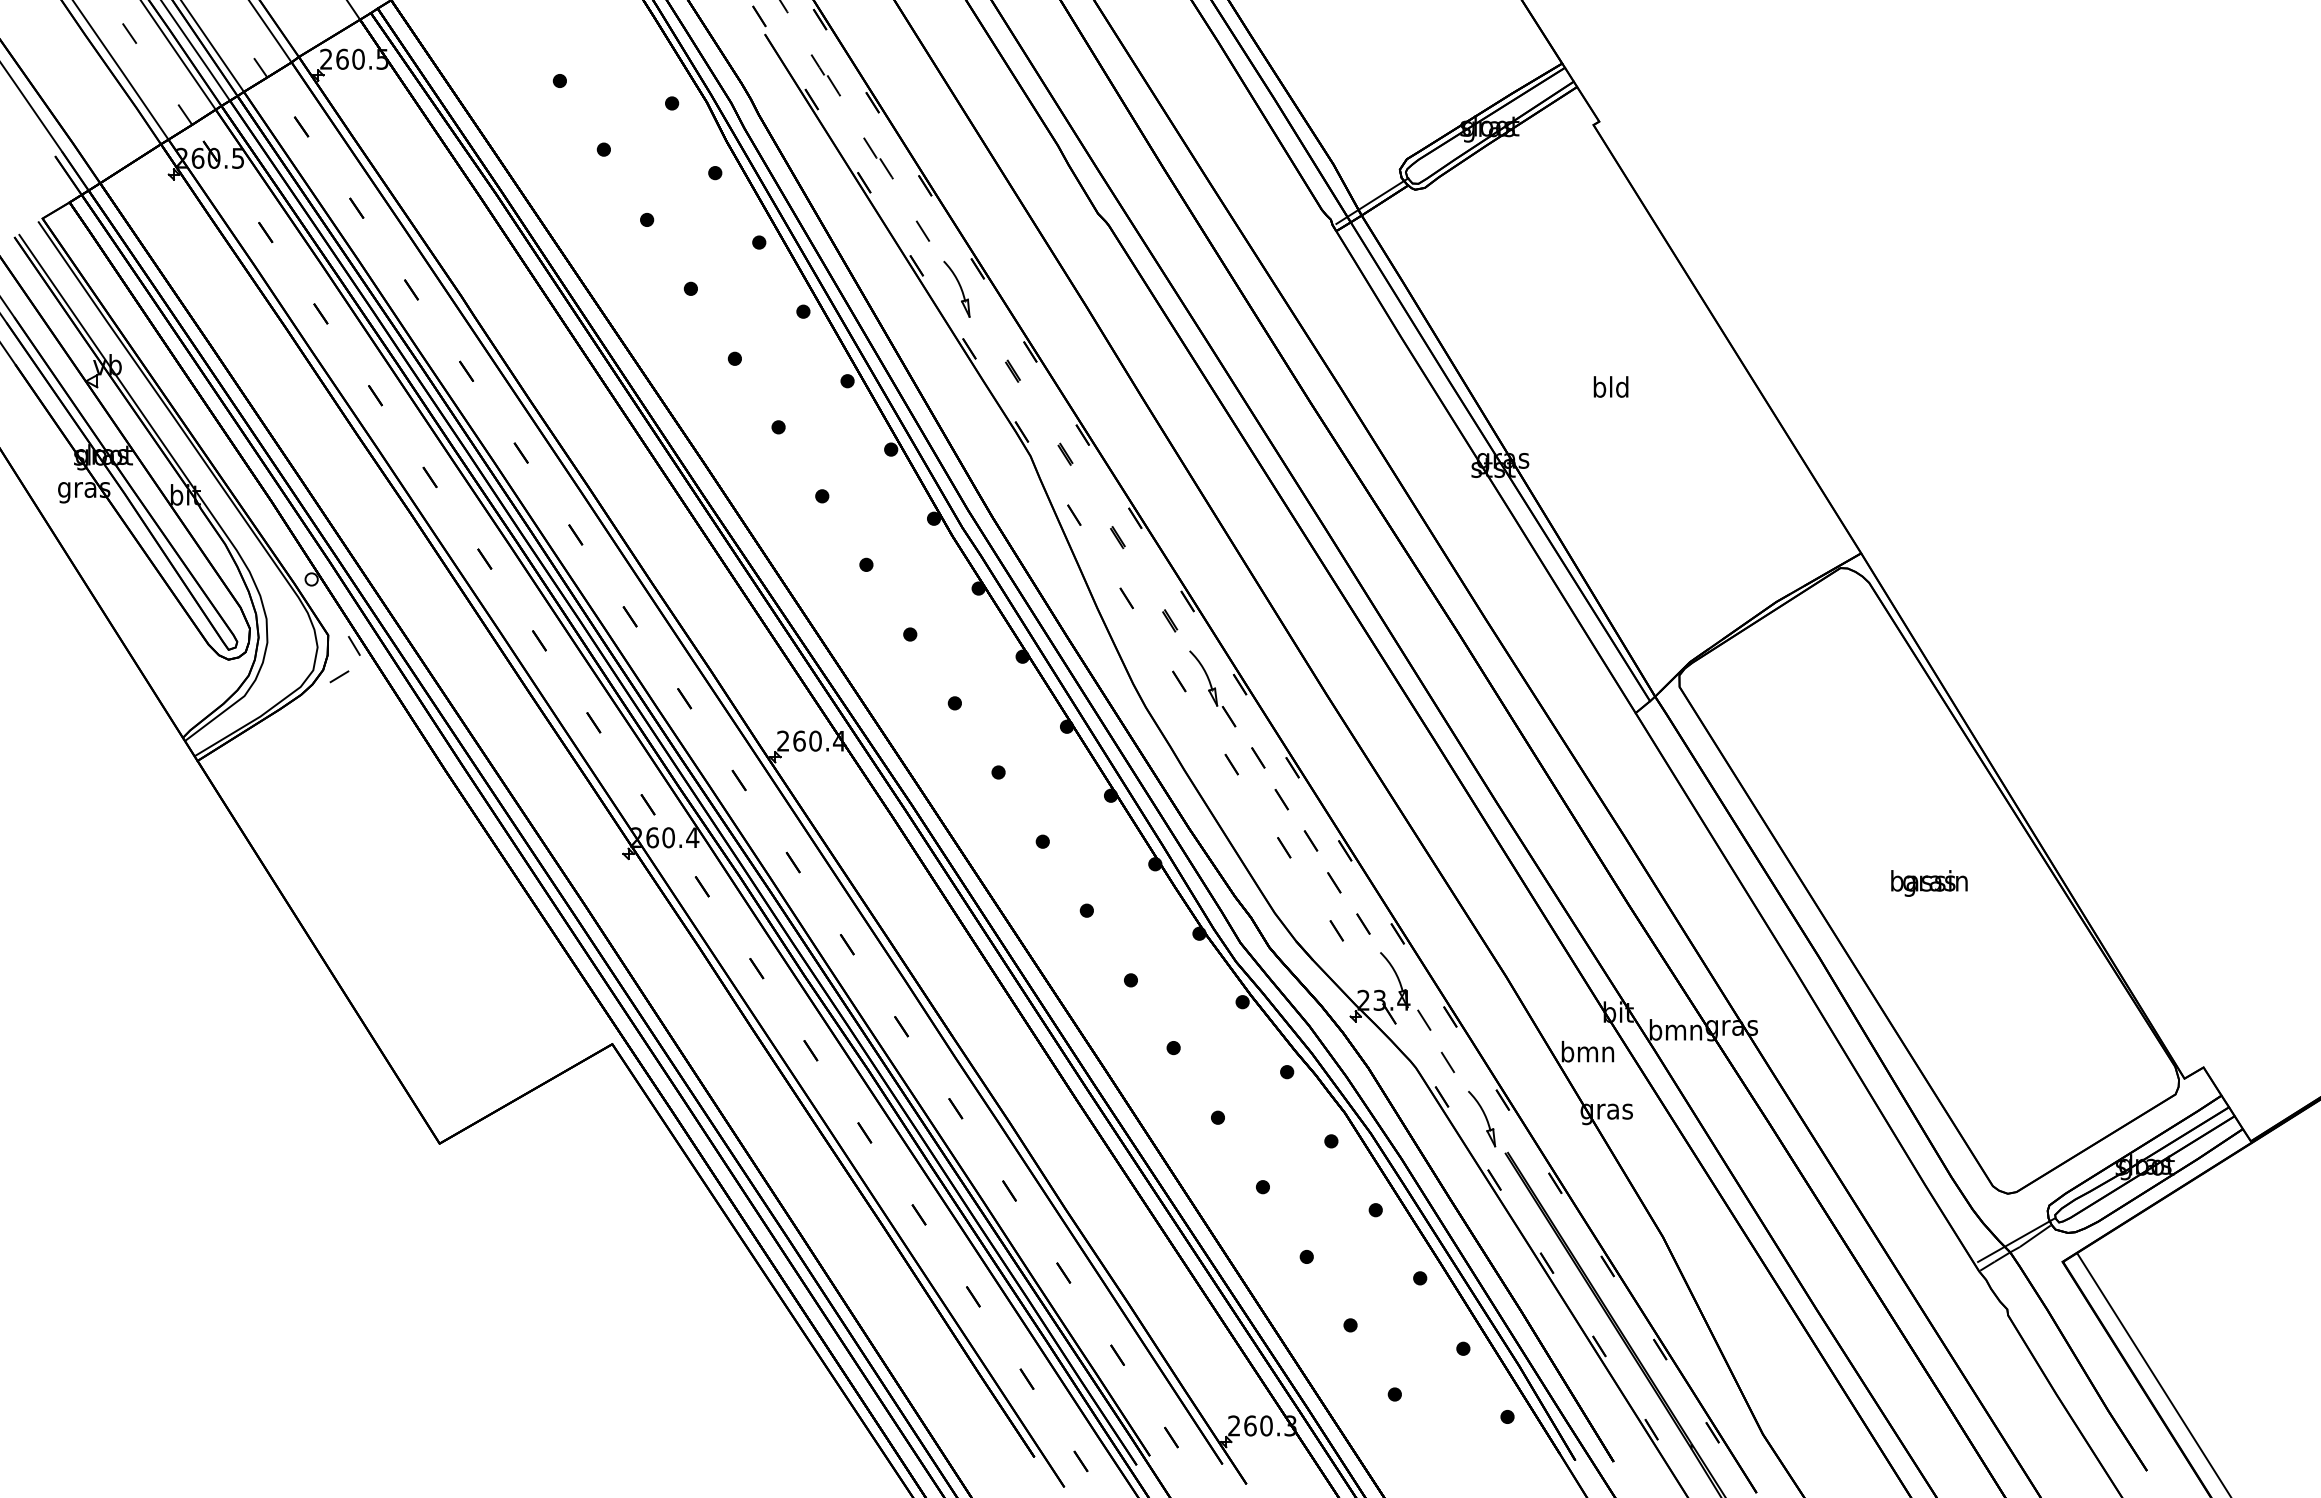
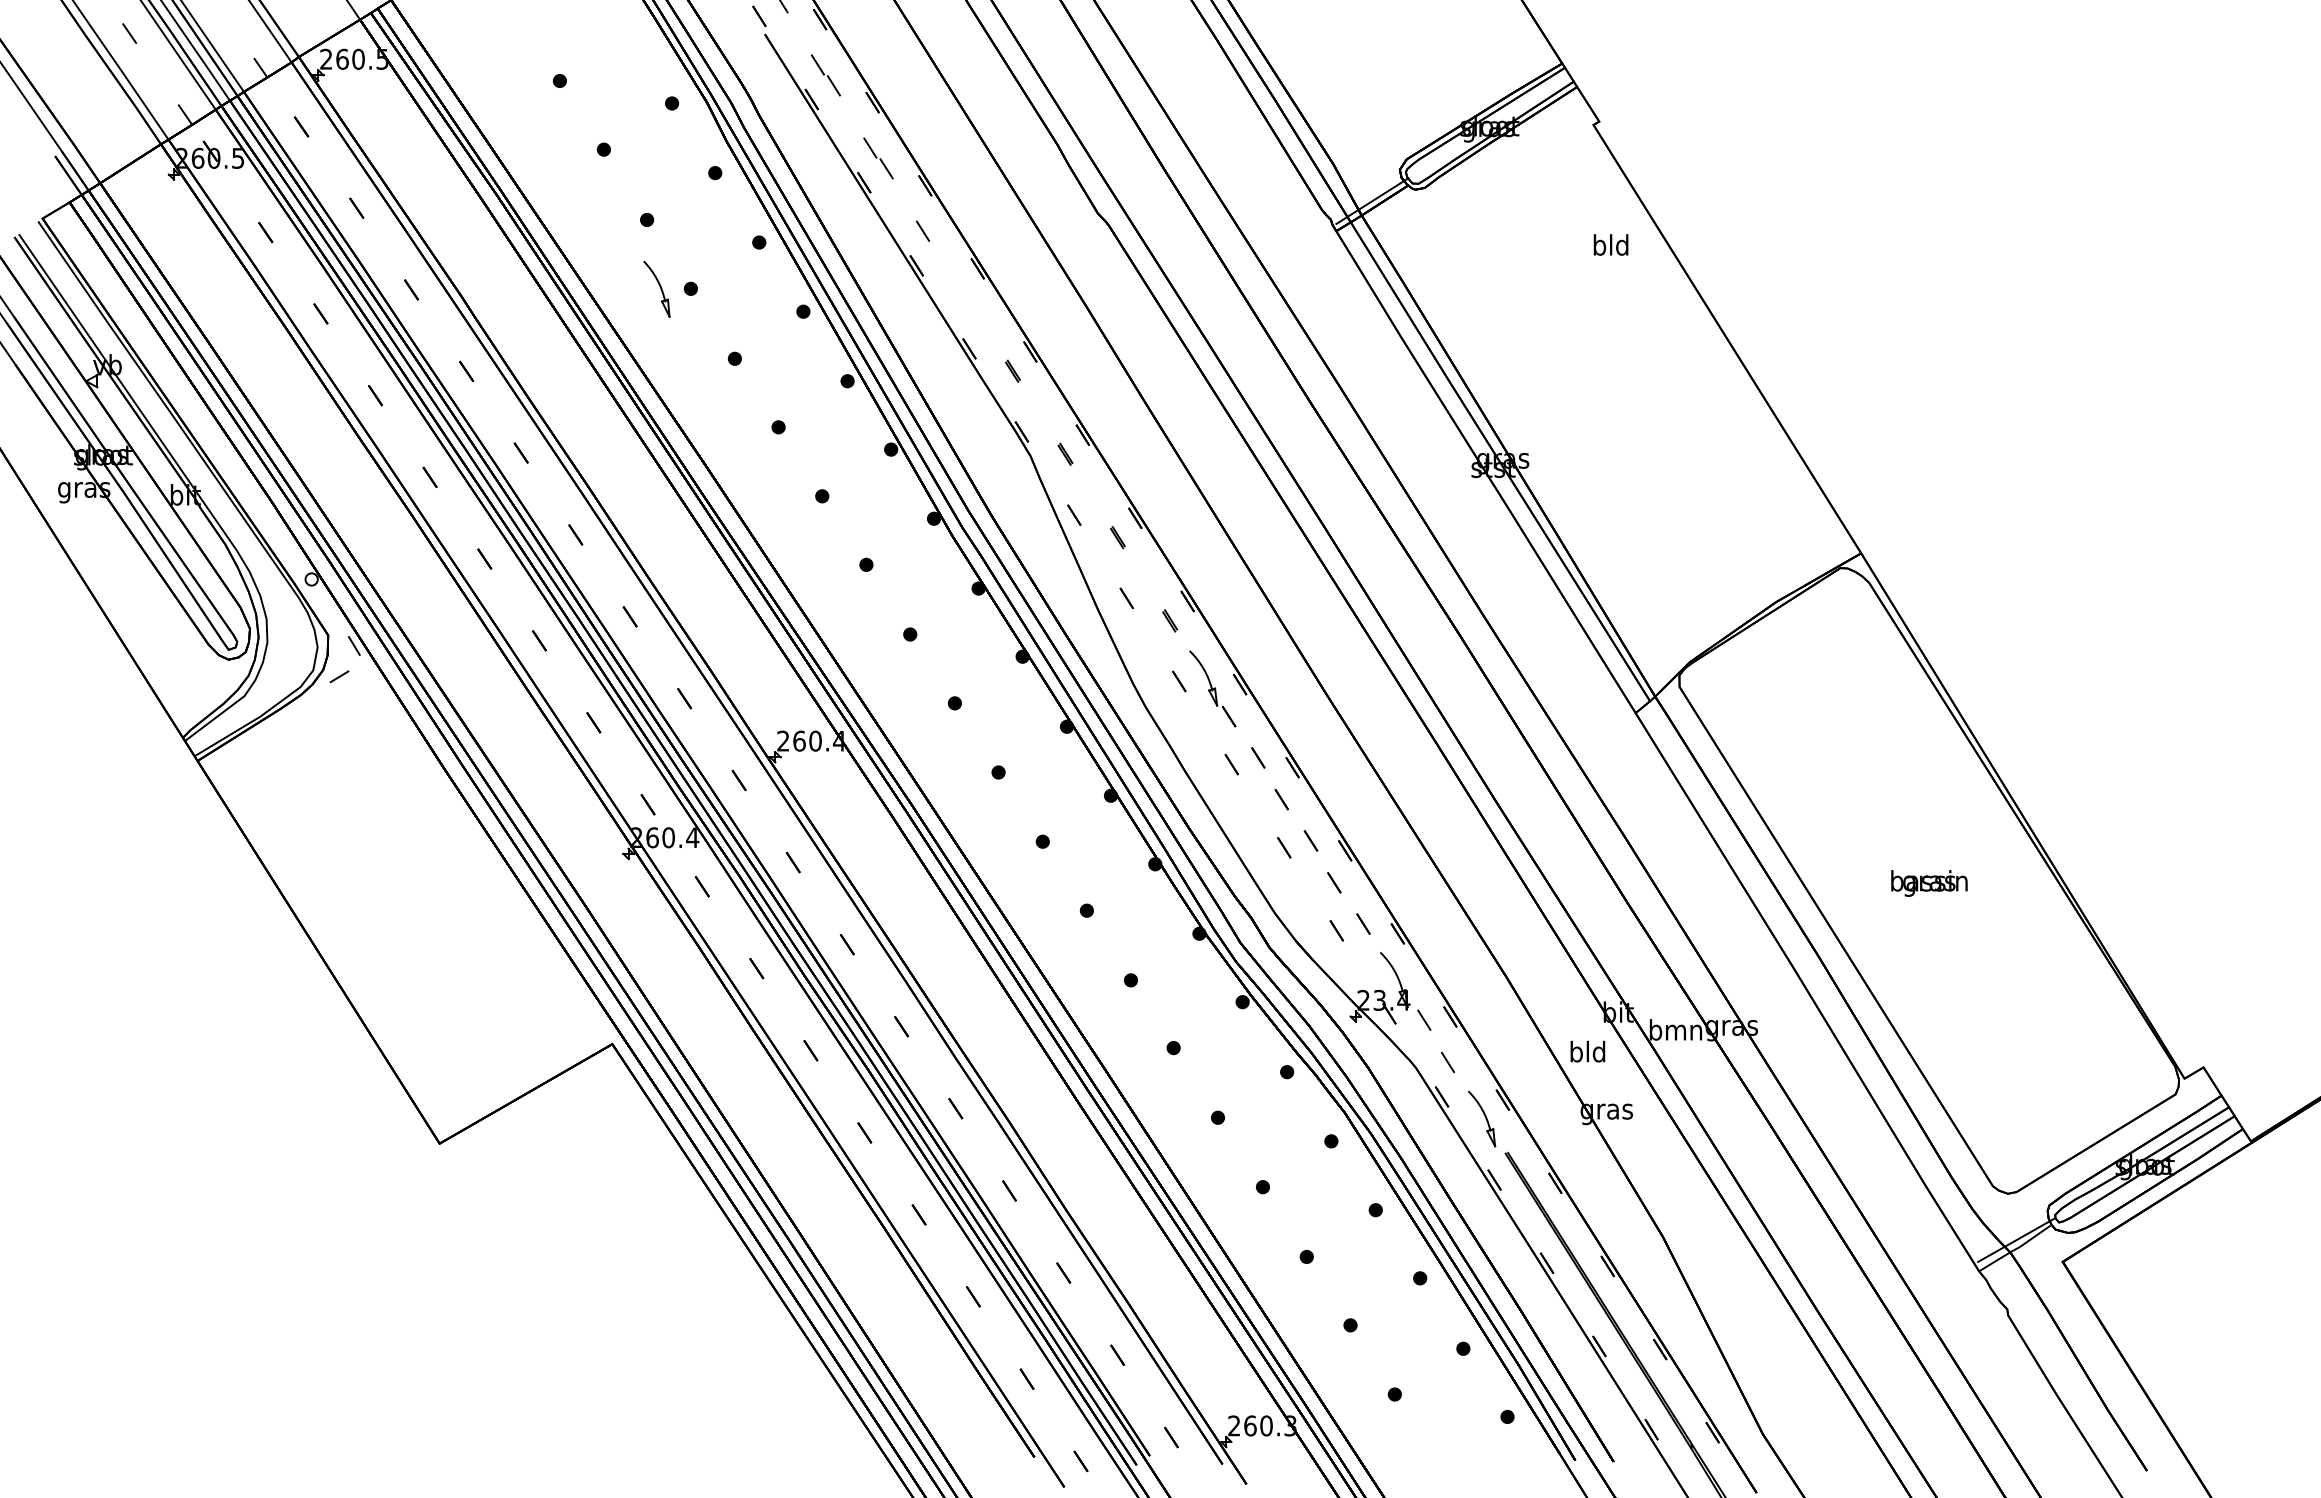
part at (956, 288) position: (956, 288) -> (656, 288)
text at (1610, 386) position: (1610, 386) -> (1610, 244)
text at (1587, 1051): bmn -> bld
line at (2153, 1374): present -> none
